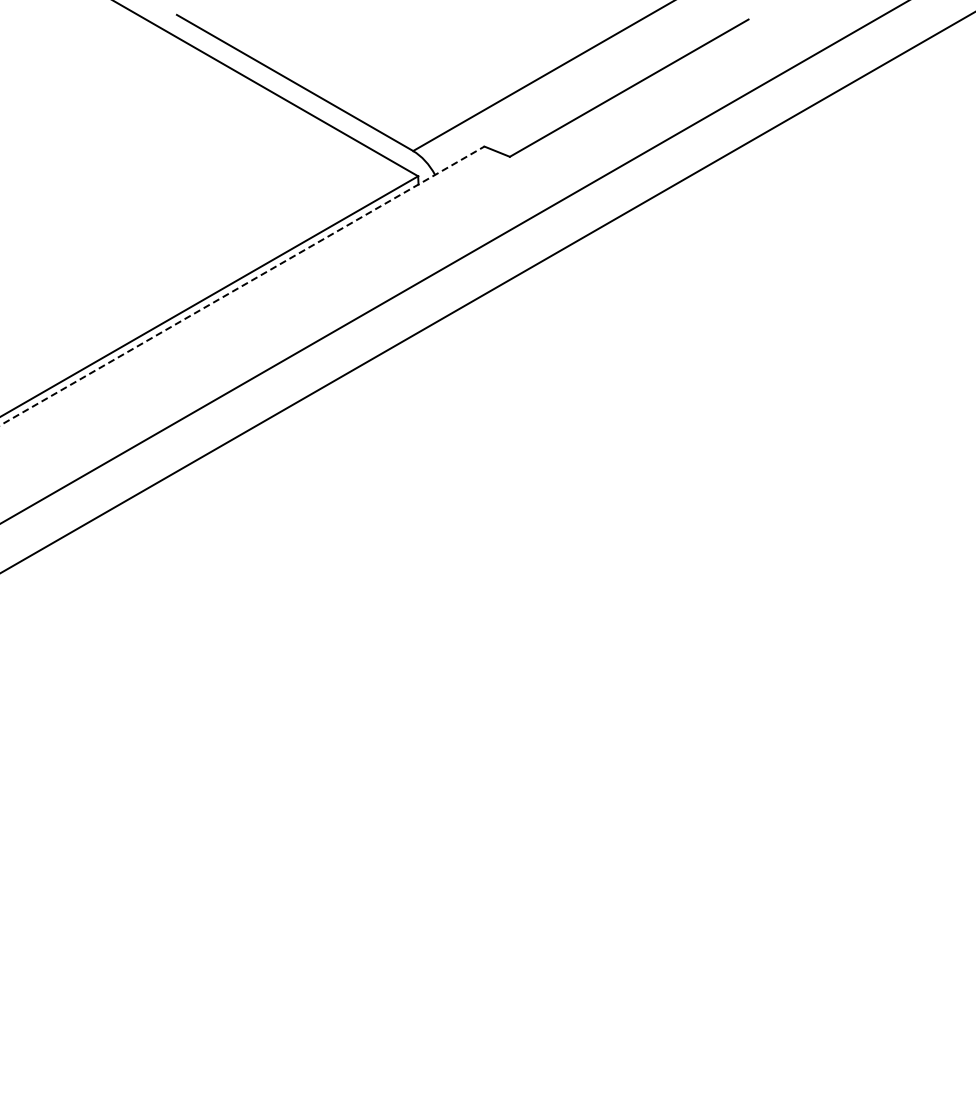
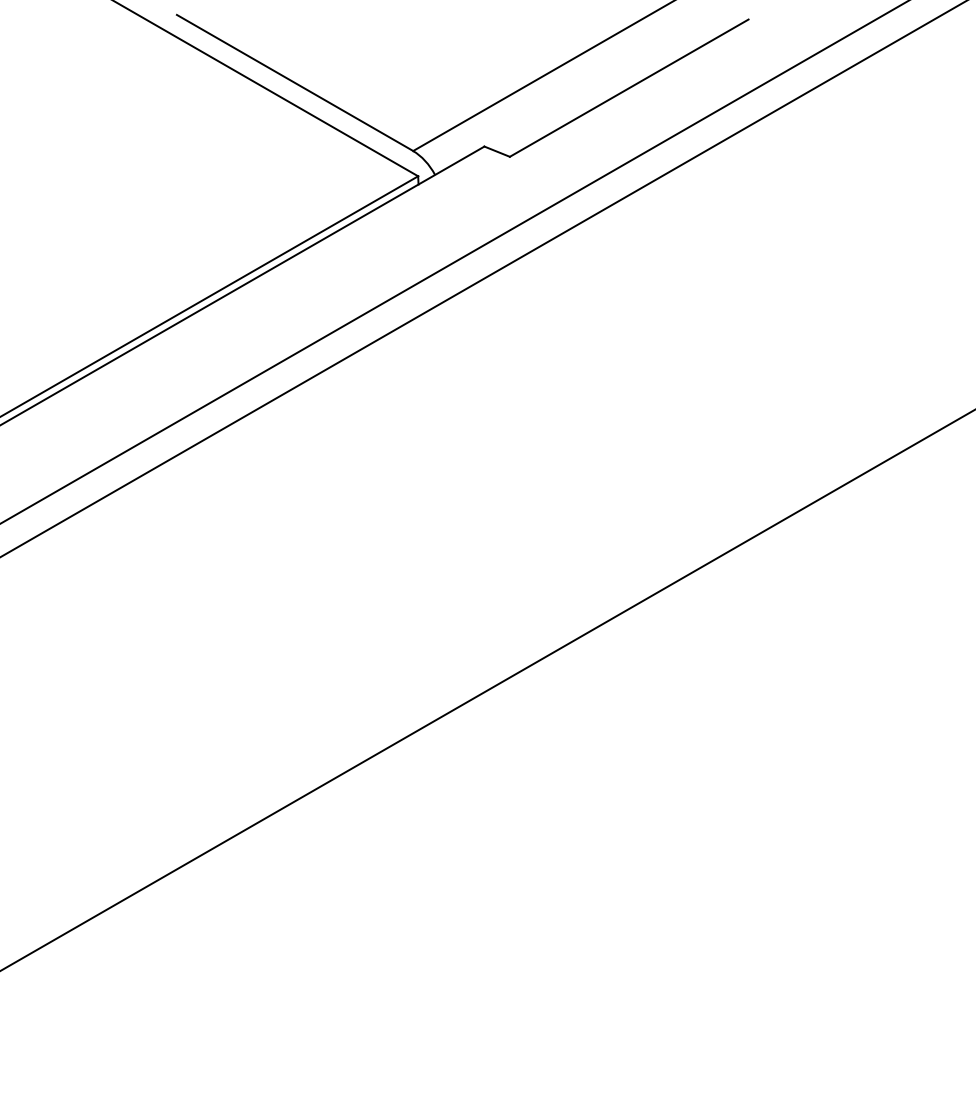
line at (242, 285): dashed -> solid
line at (487, 292) position: (487, 292) -> (483, 279)
line at (487, 690): none -> present
